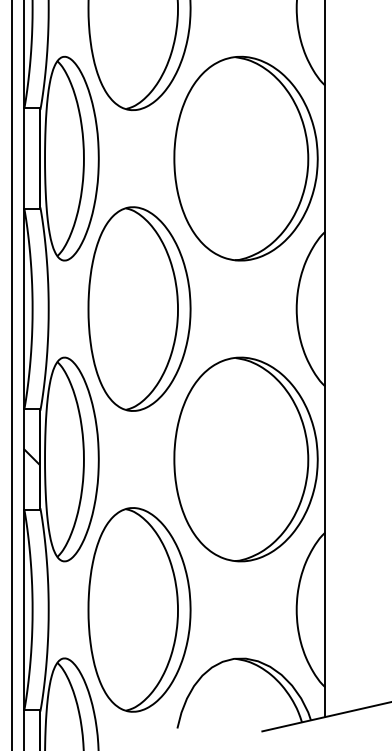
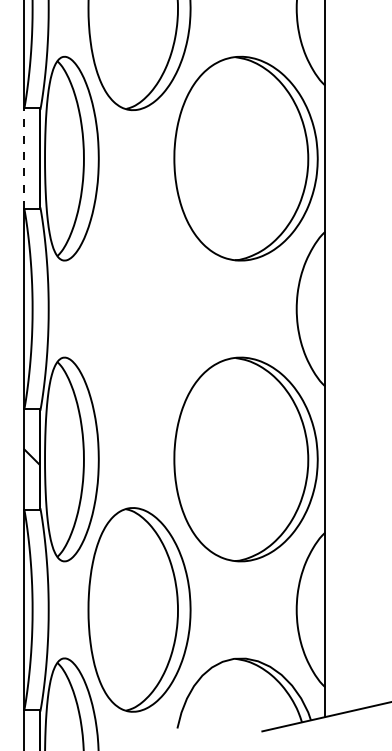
line at (23, 158): solid -> dashed
part at (139, 308): present -> none
line at (11, 374): present -> none
